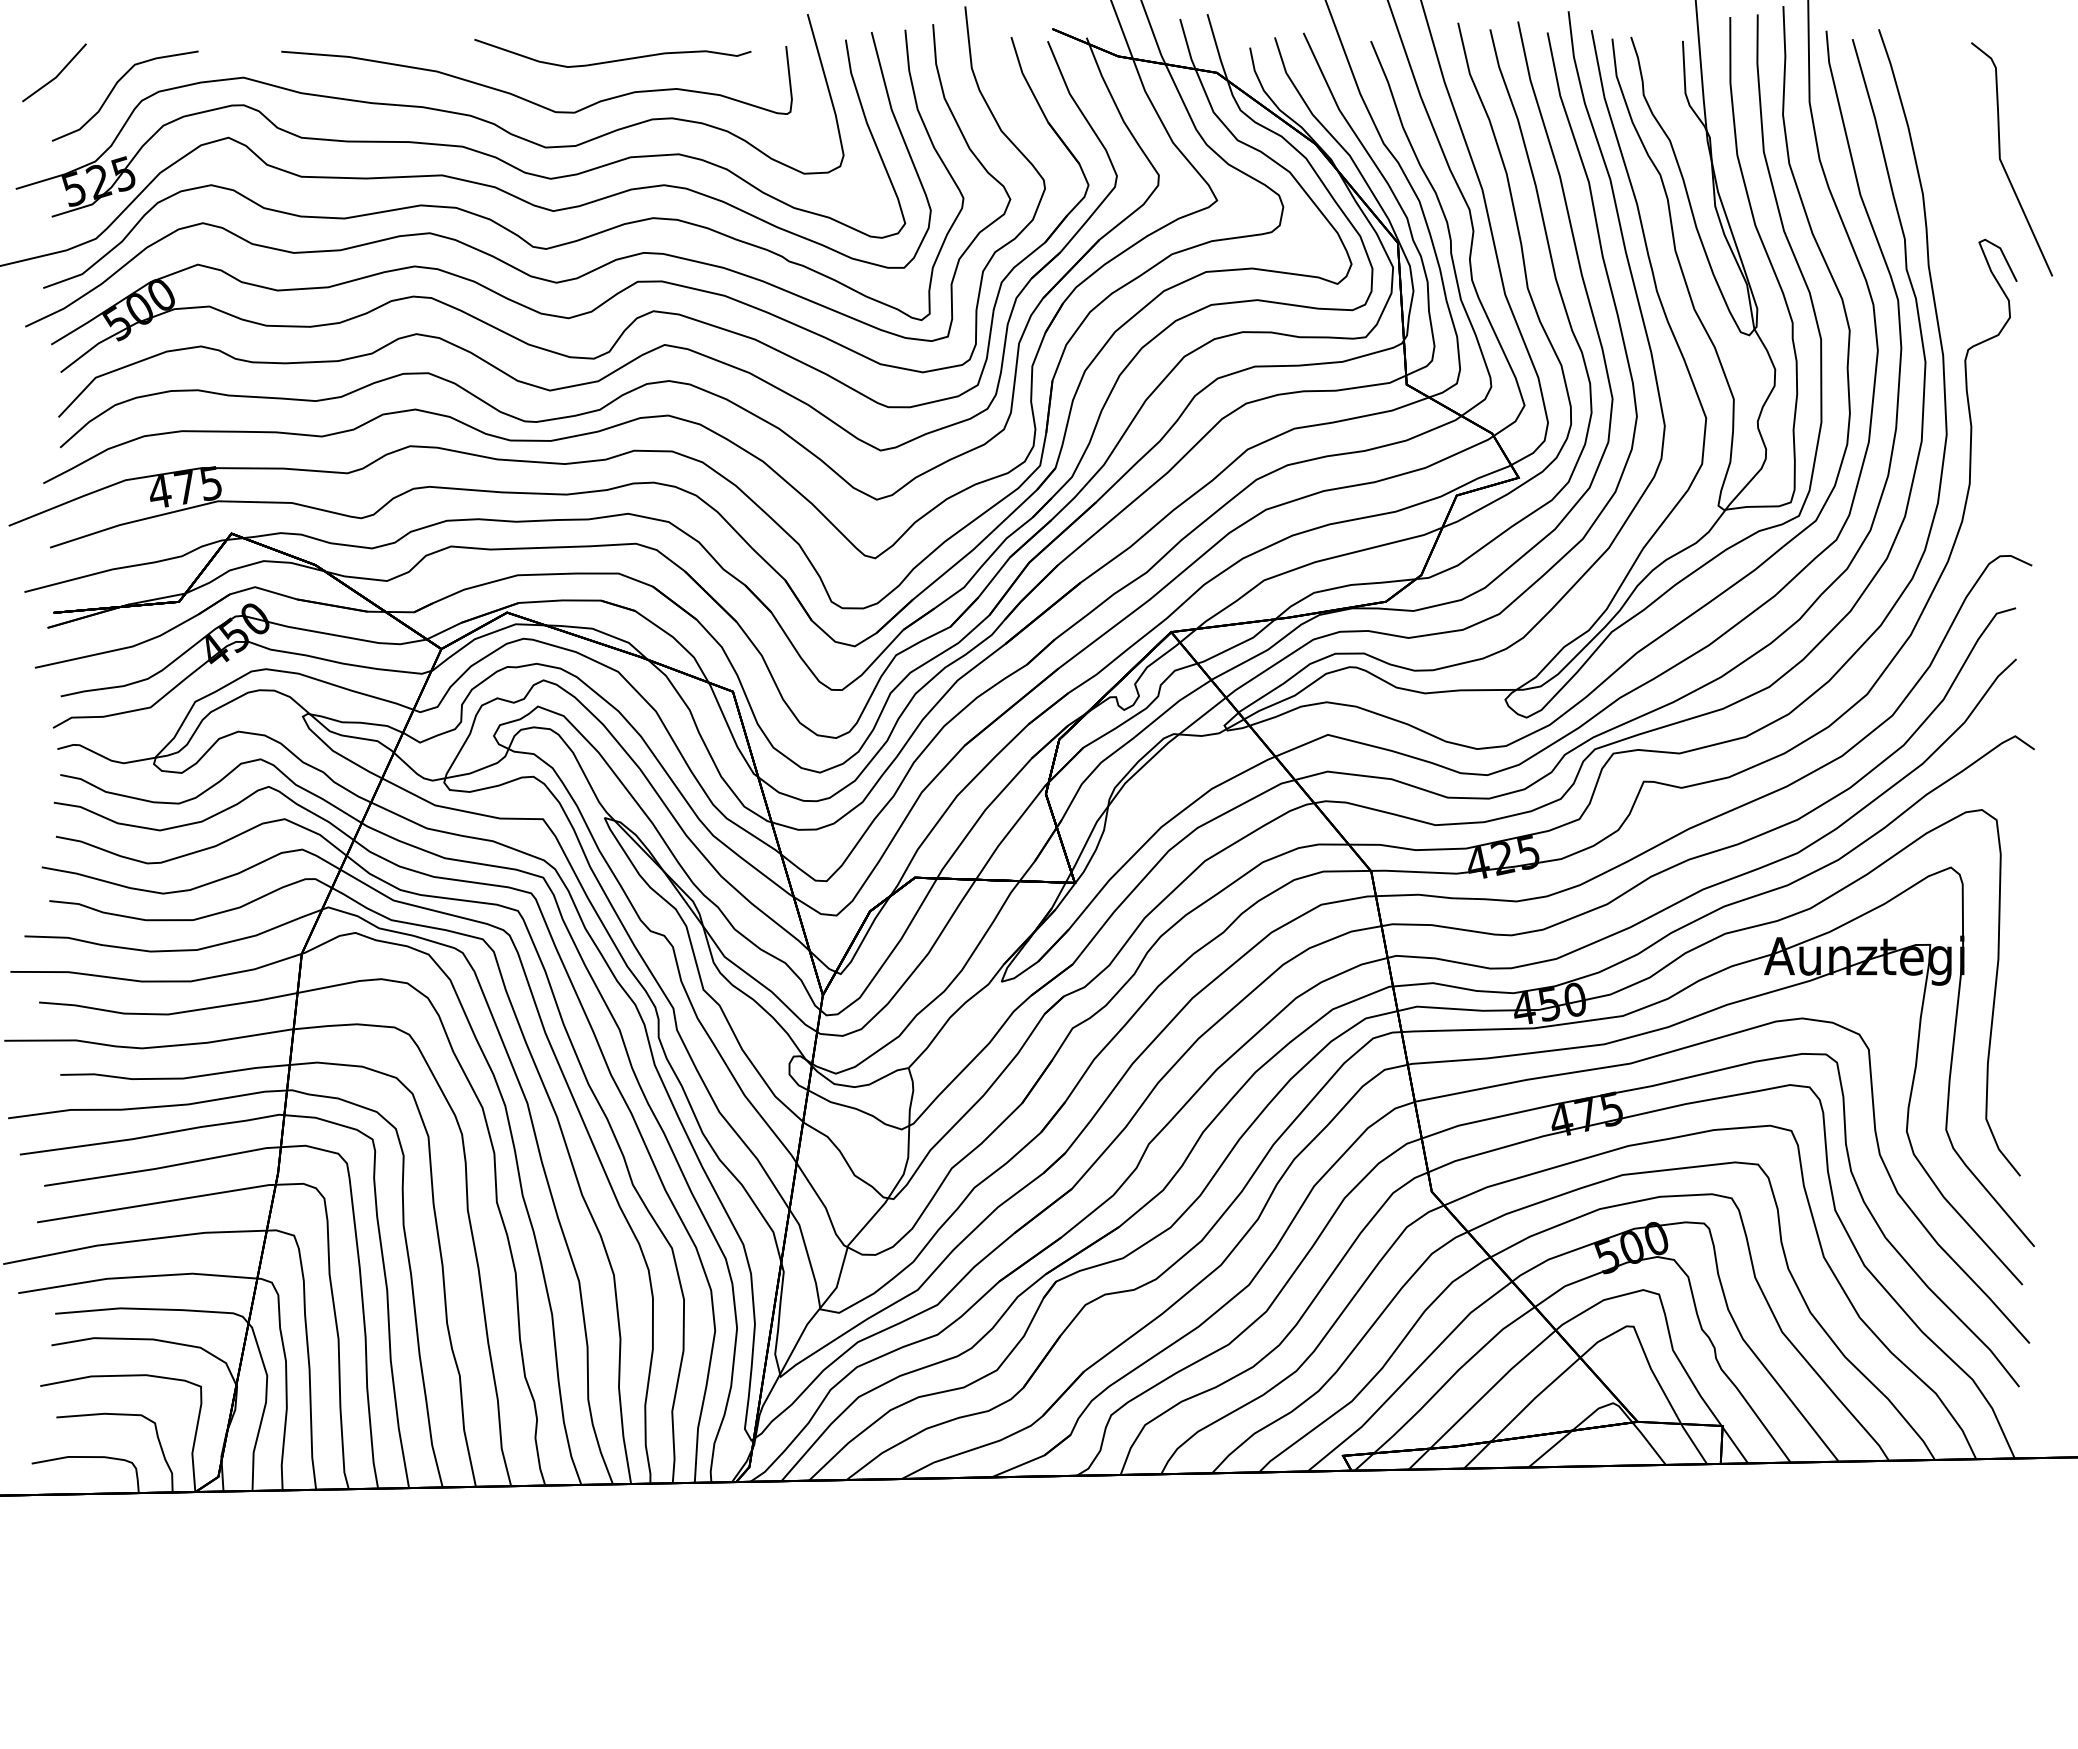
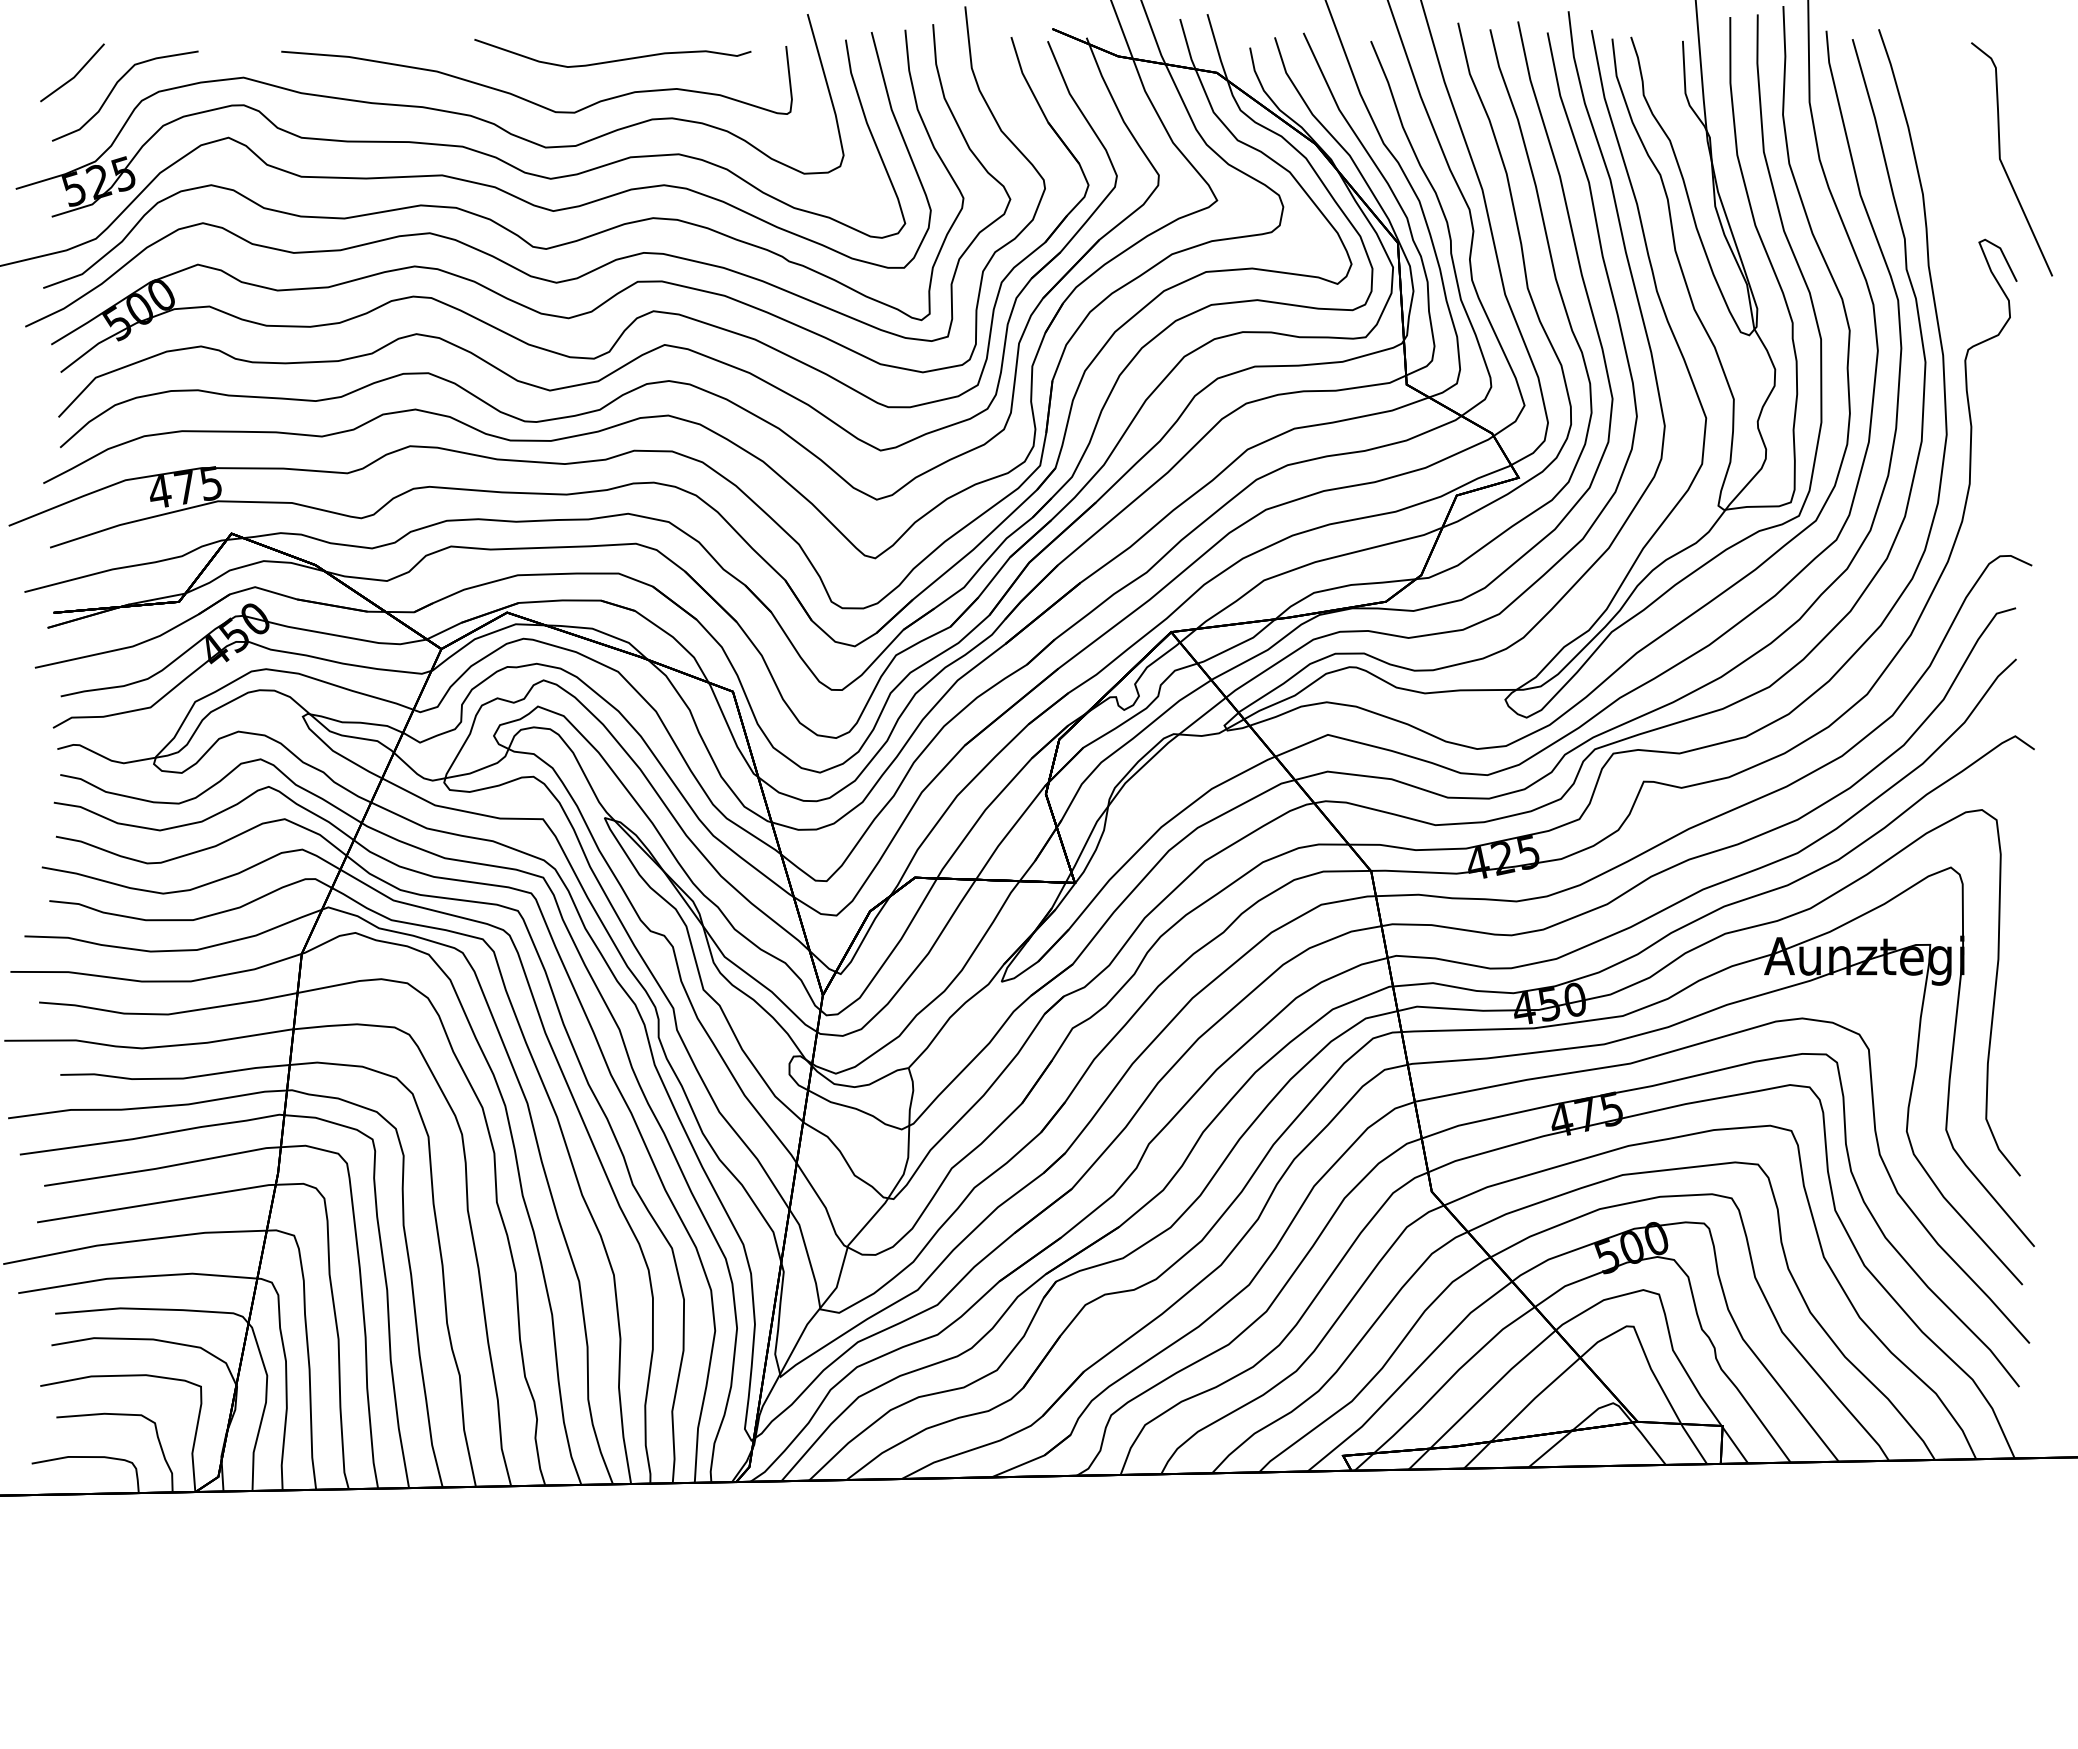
line at (57, 74) position: (57, 74) -> (75, 74)
